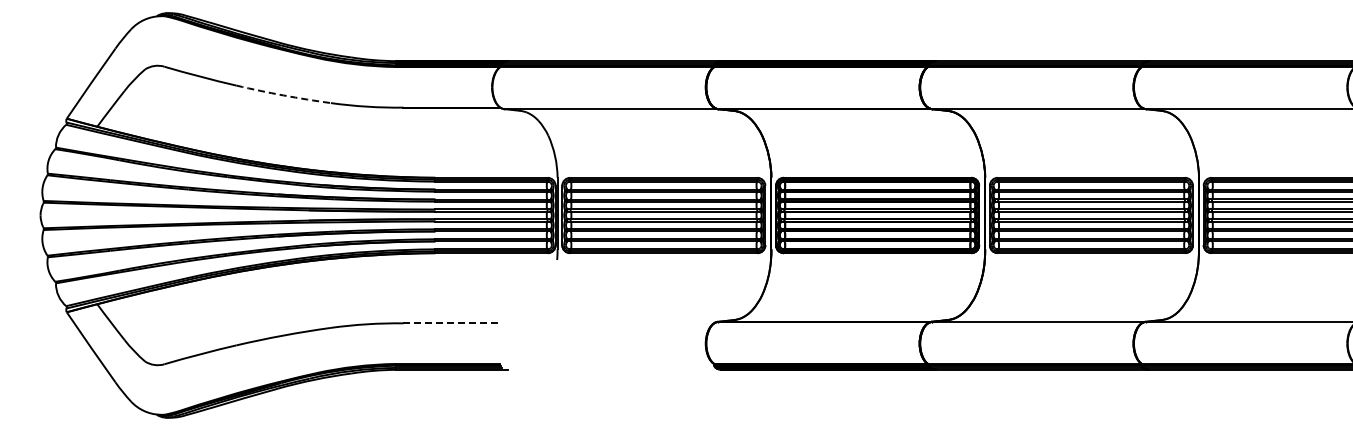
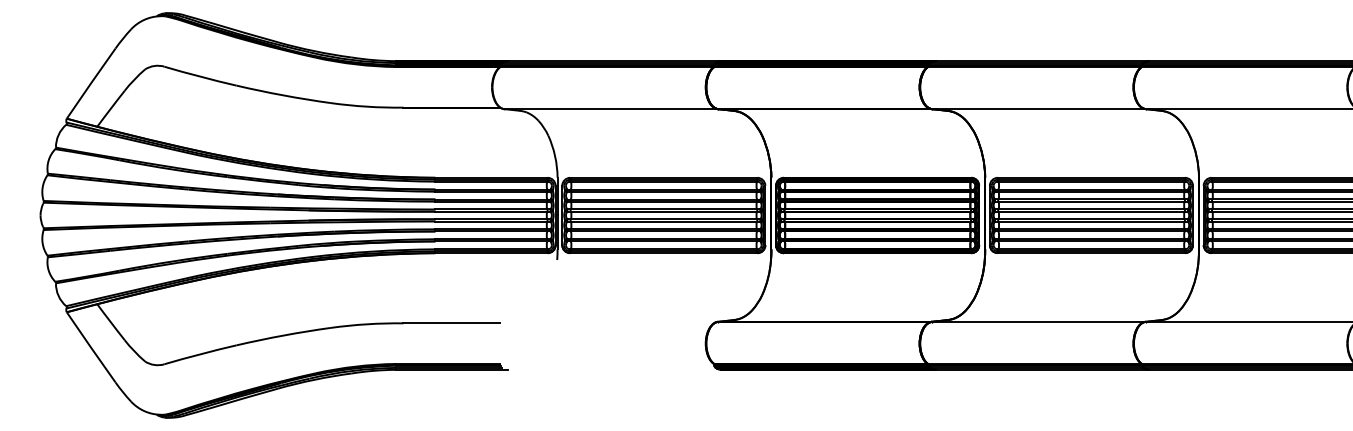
arc at (283, 95): dashed -> solid
line at (452, 323): dashed -> solid
